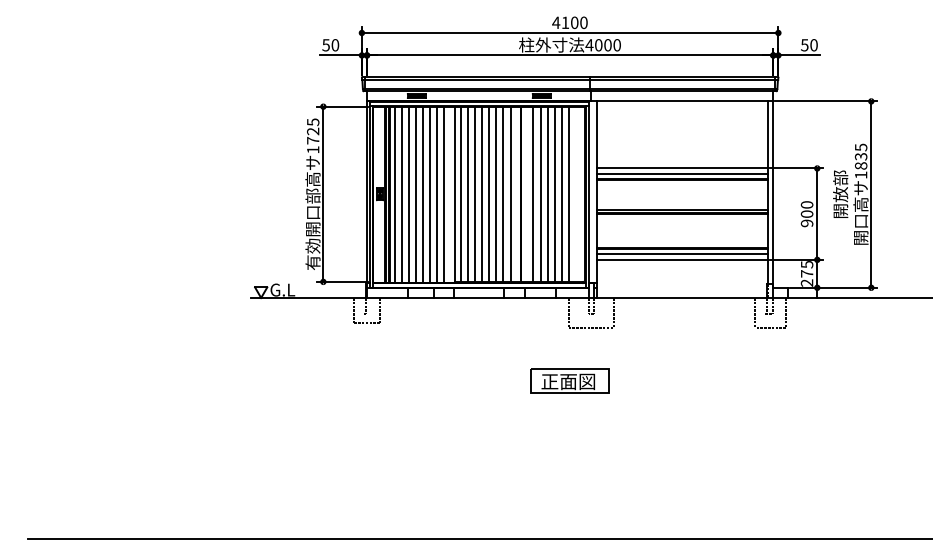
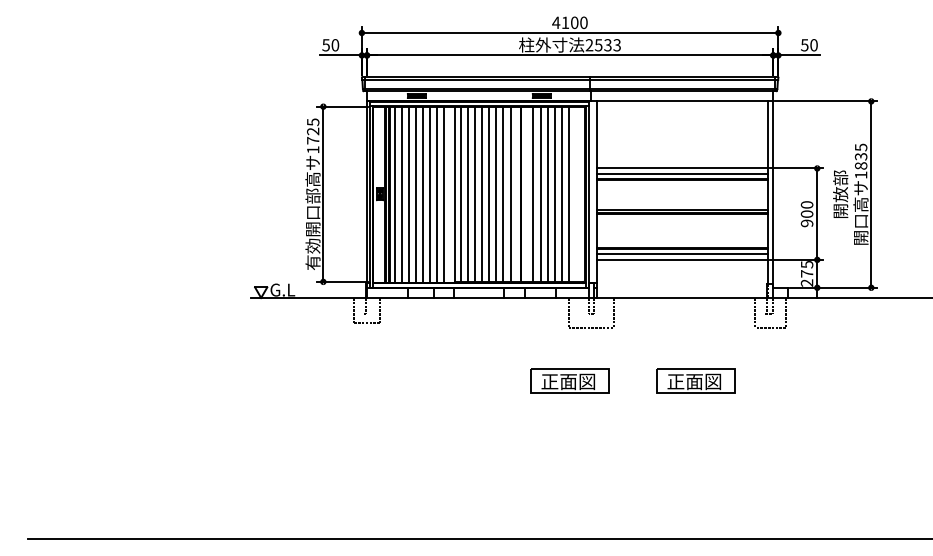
text at (602, 45): 4000 -> 2533
part at (695, 380): none -> present
